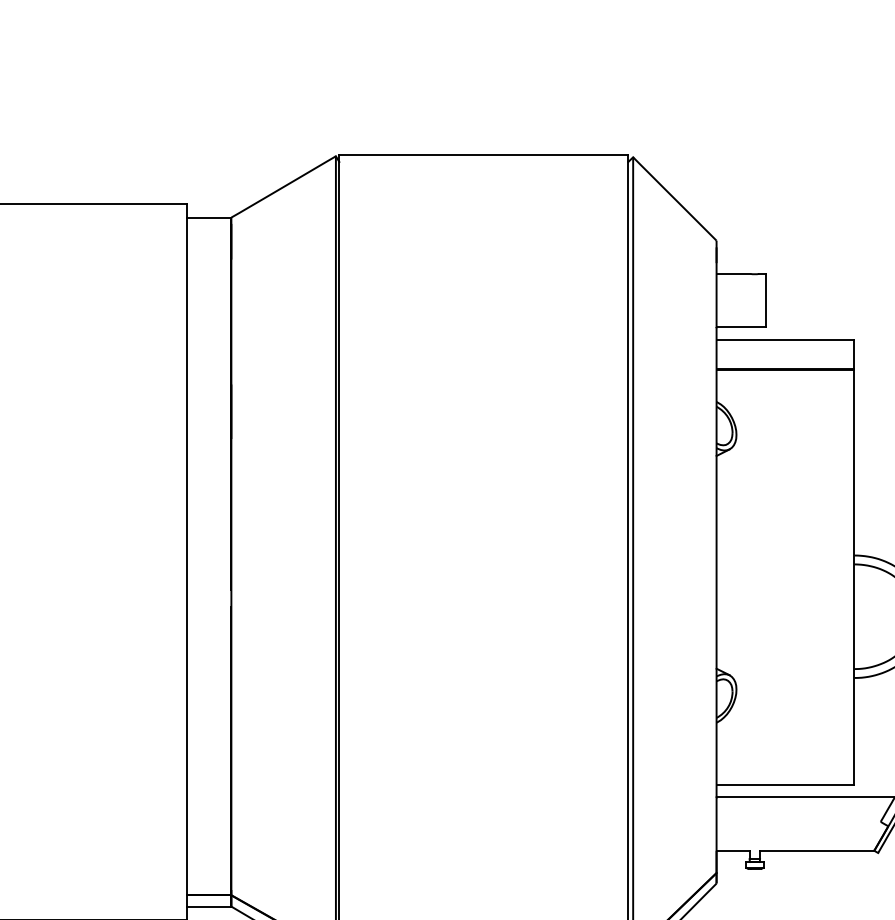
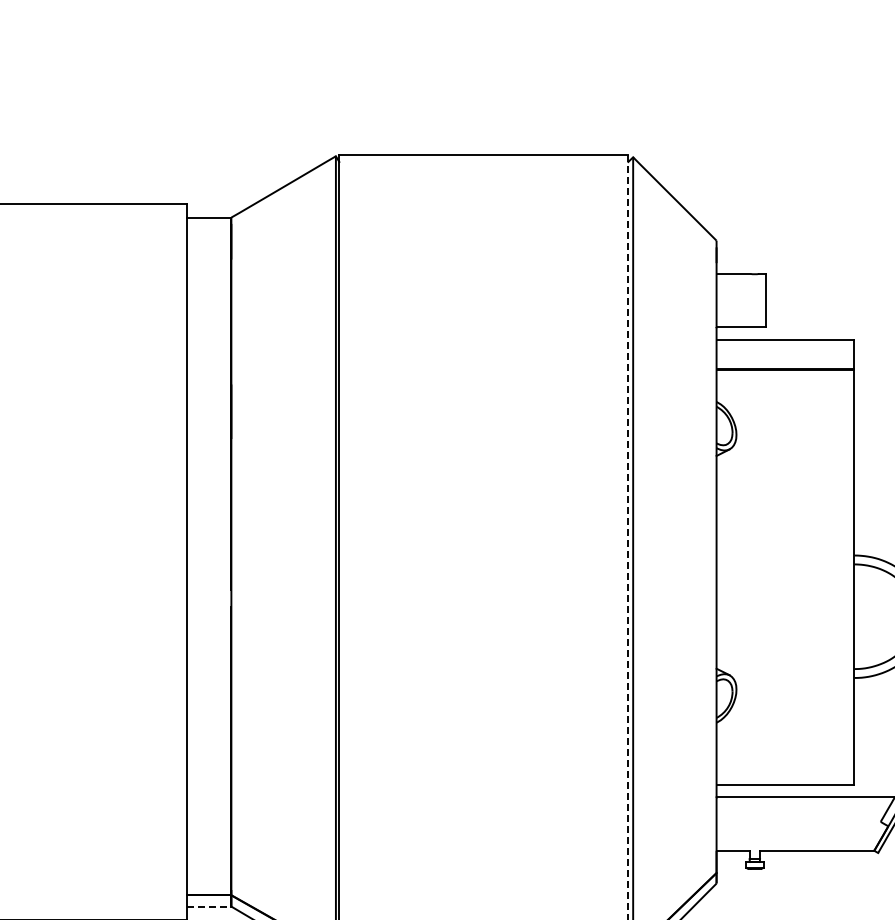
line at (628, 537): solid -> dashed
line at (209, 907): solid -> dashed
